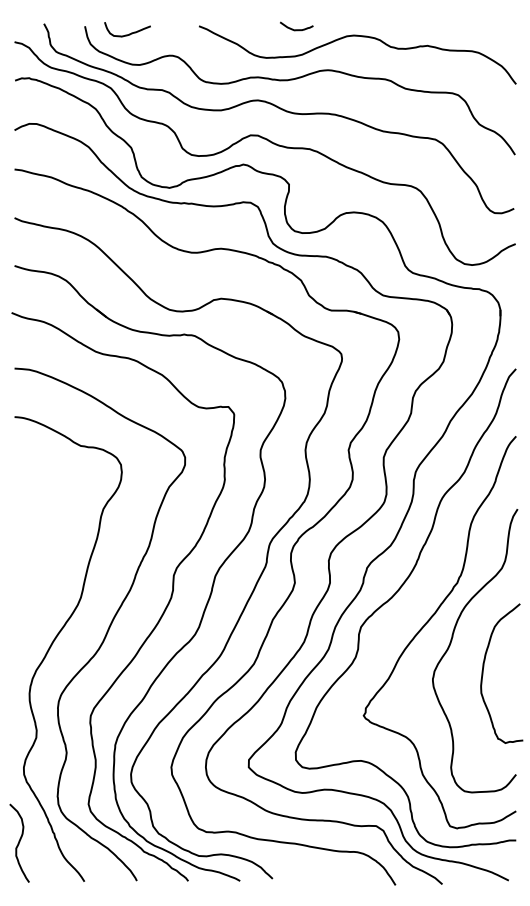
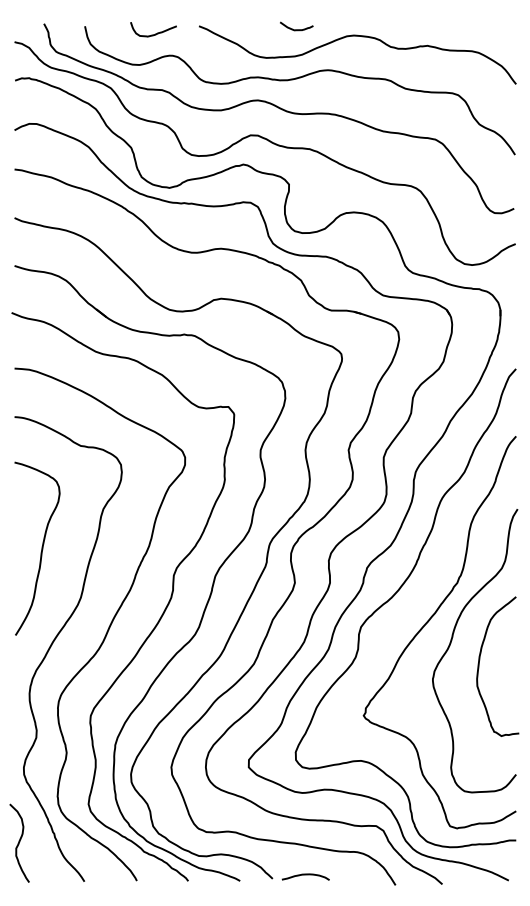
curve at (129, 33) position: (129, 33) -> (155, 33)
curve at (41, 548): none -> present
curve at (483, 673) position: (483, 673) -> (479, 666)
curve at (305, 875): none -> present
